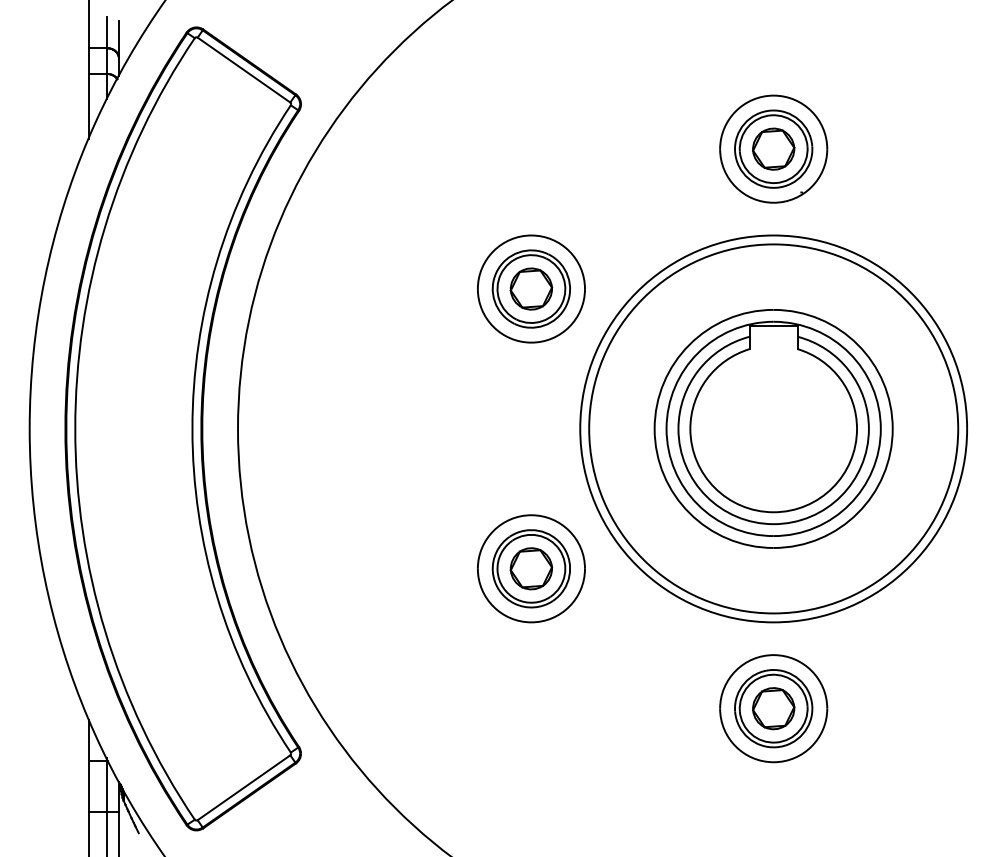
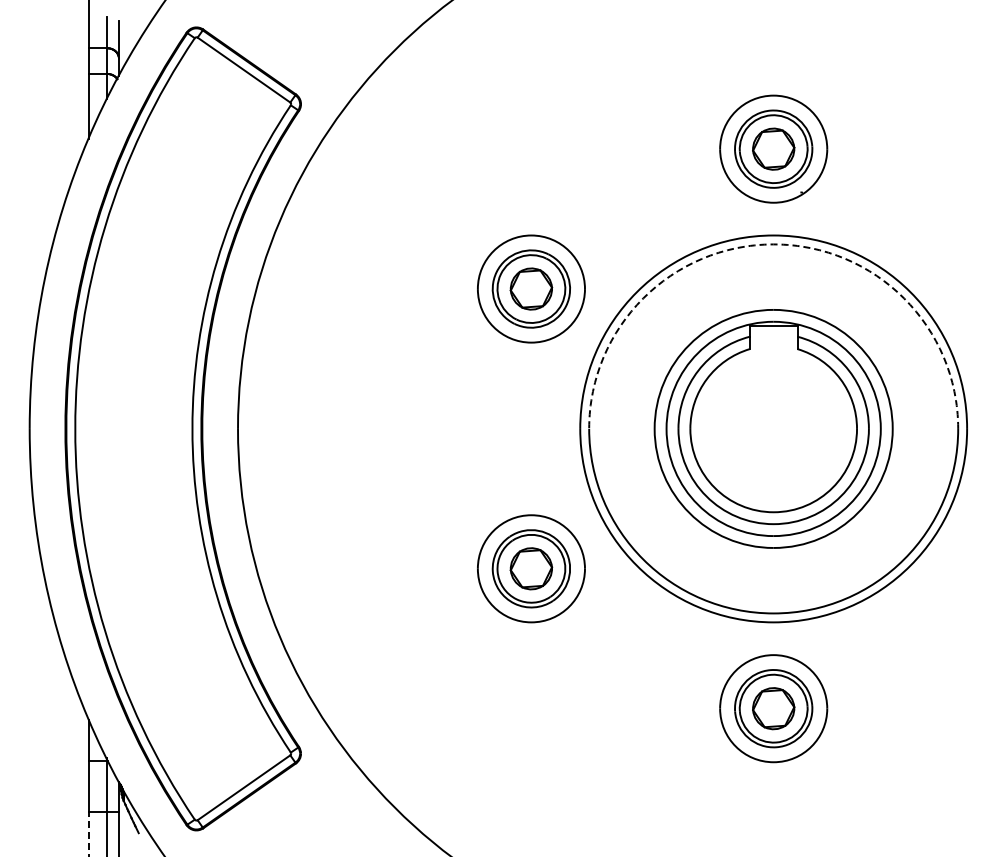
arc at (773, 244): solid -> dashed
line at (89, 833): solid -> dashed
